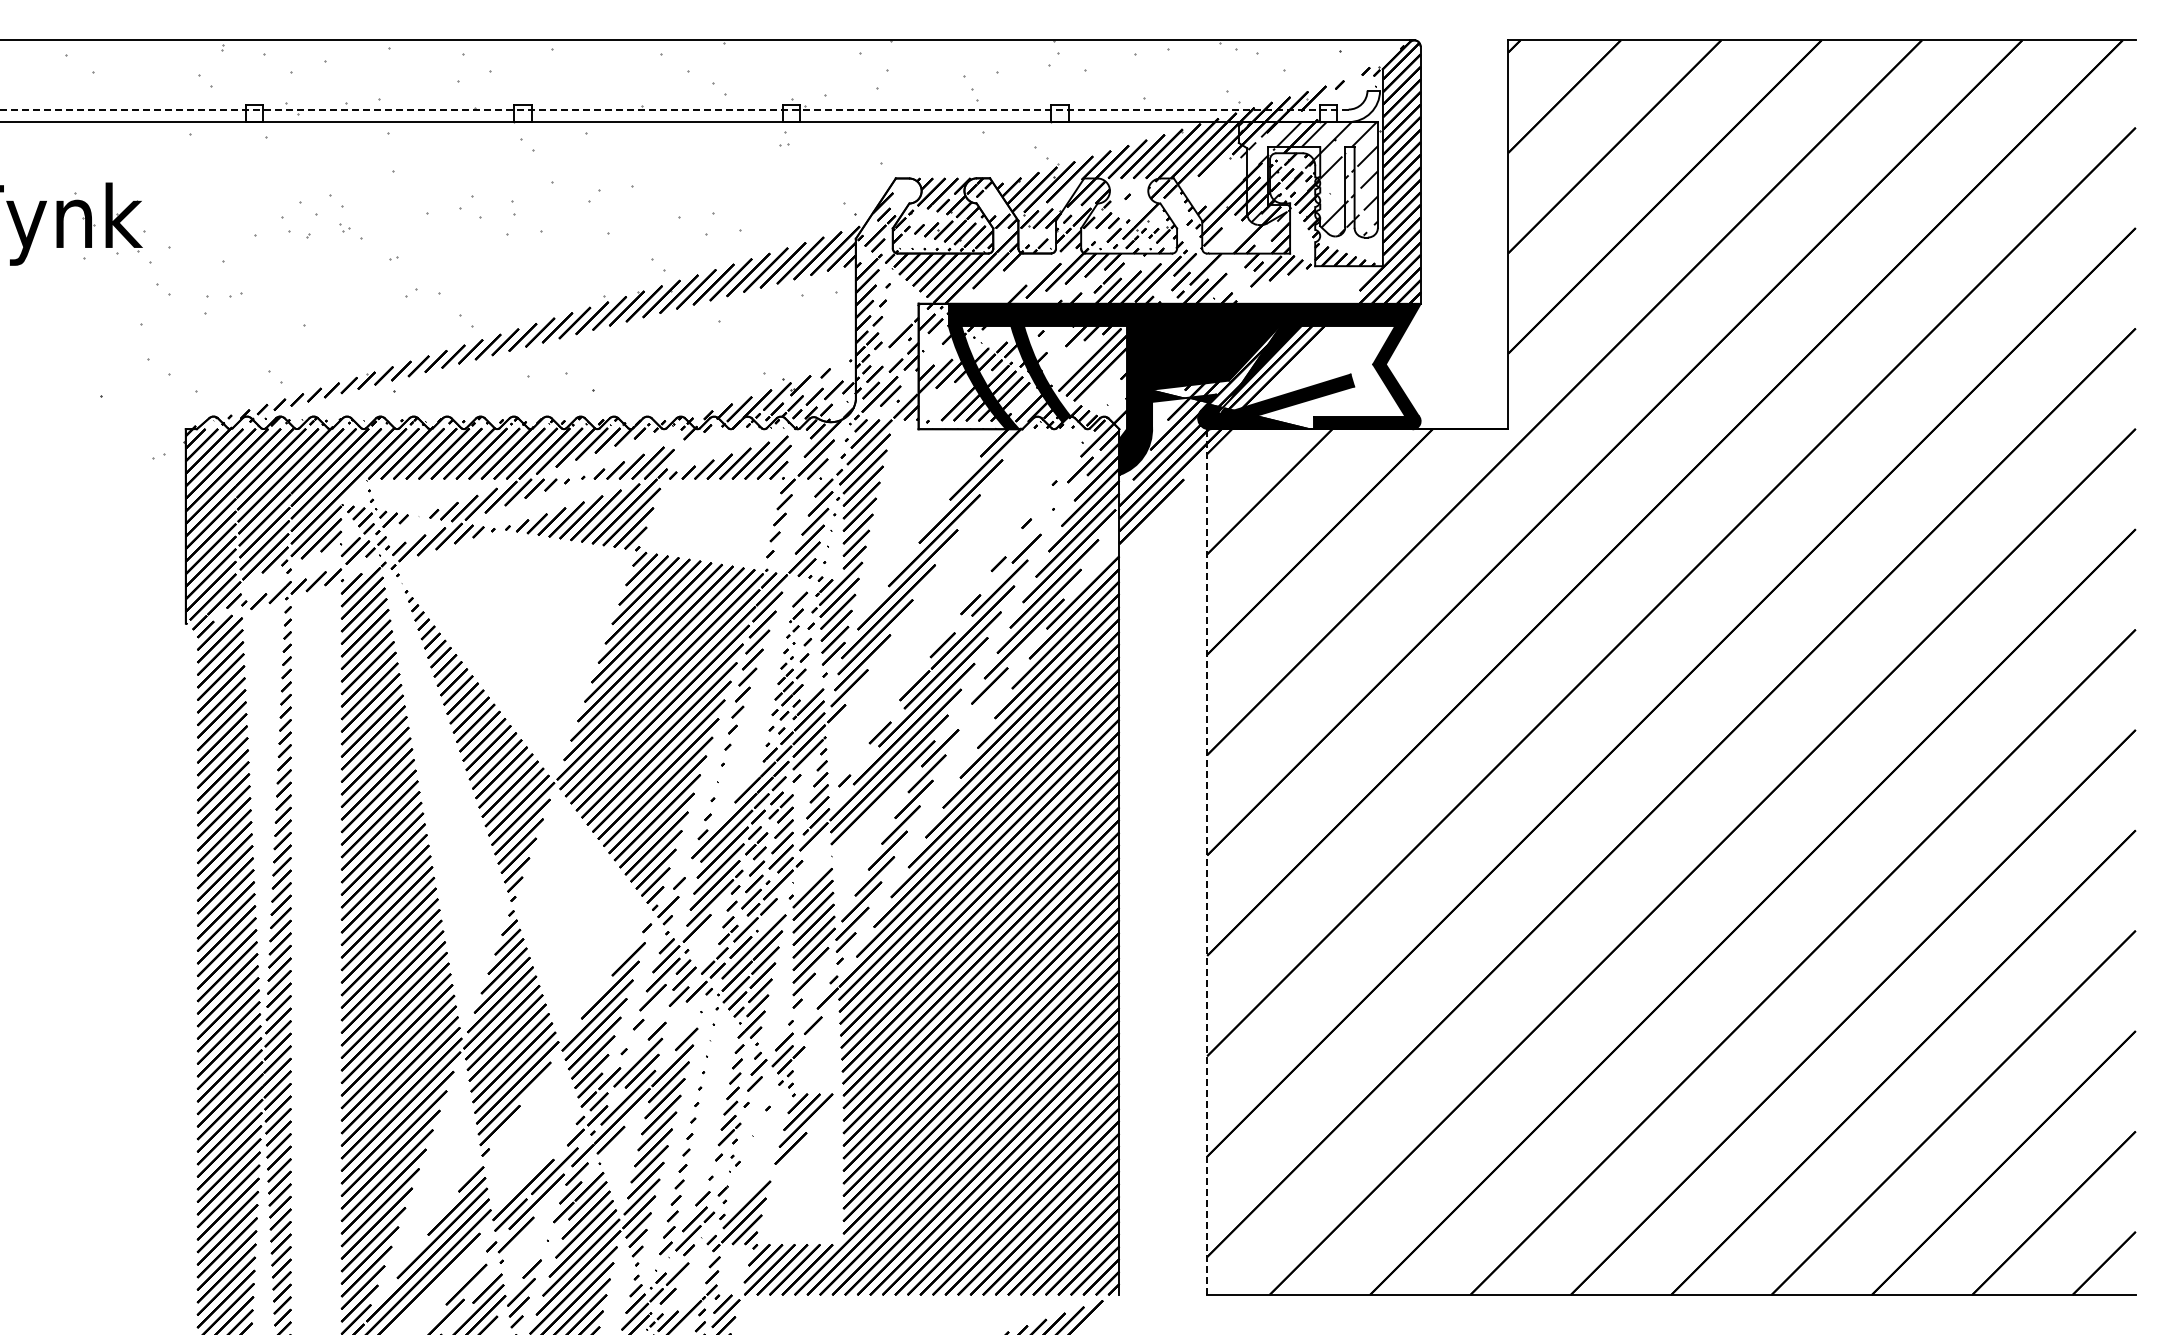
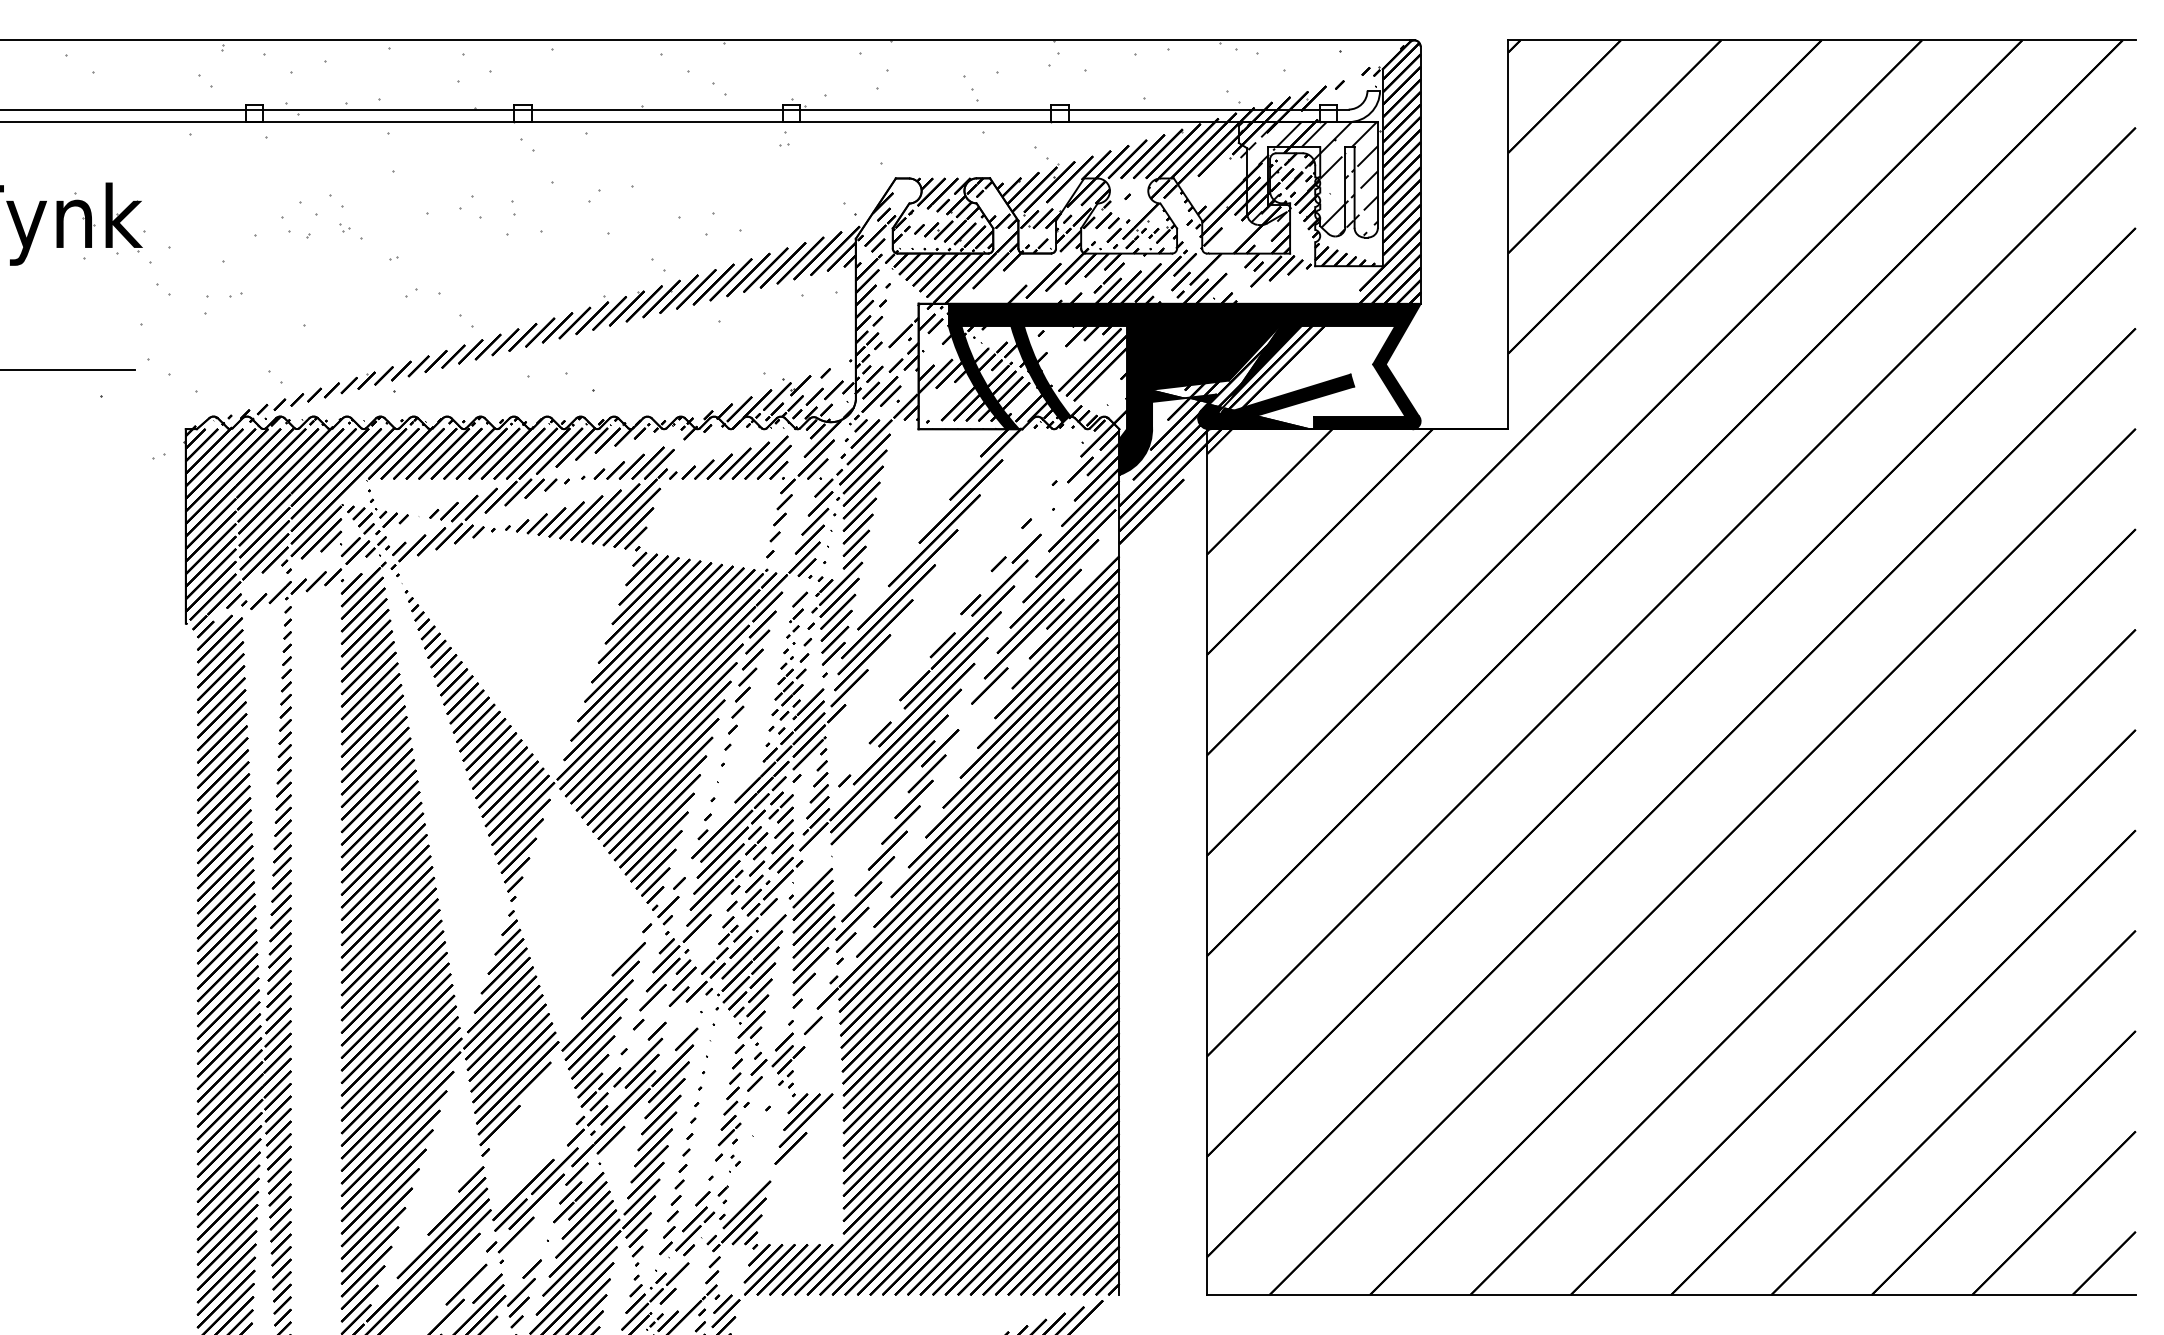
line at (673, 109): dashed -> solid
line at (68, 369): none -> present
line at (1207, 862): dashed -> solid
